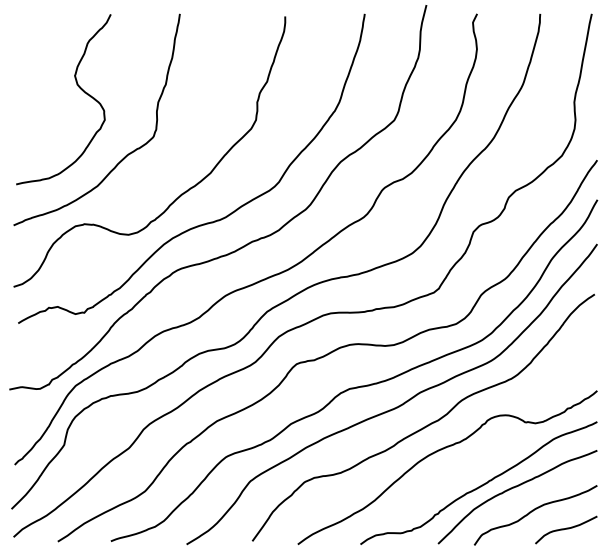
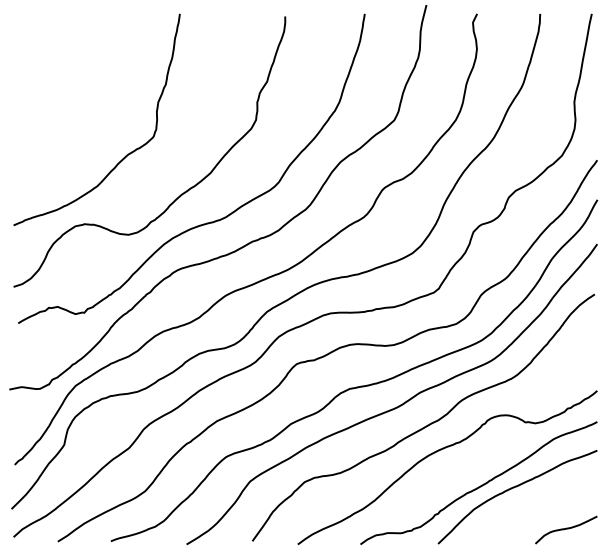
curve at (77, 86): present -> none
curve at (532, 512): present -> none
